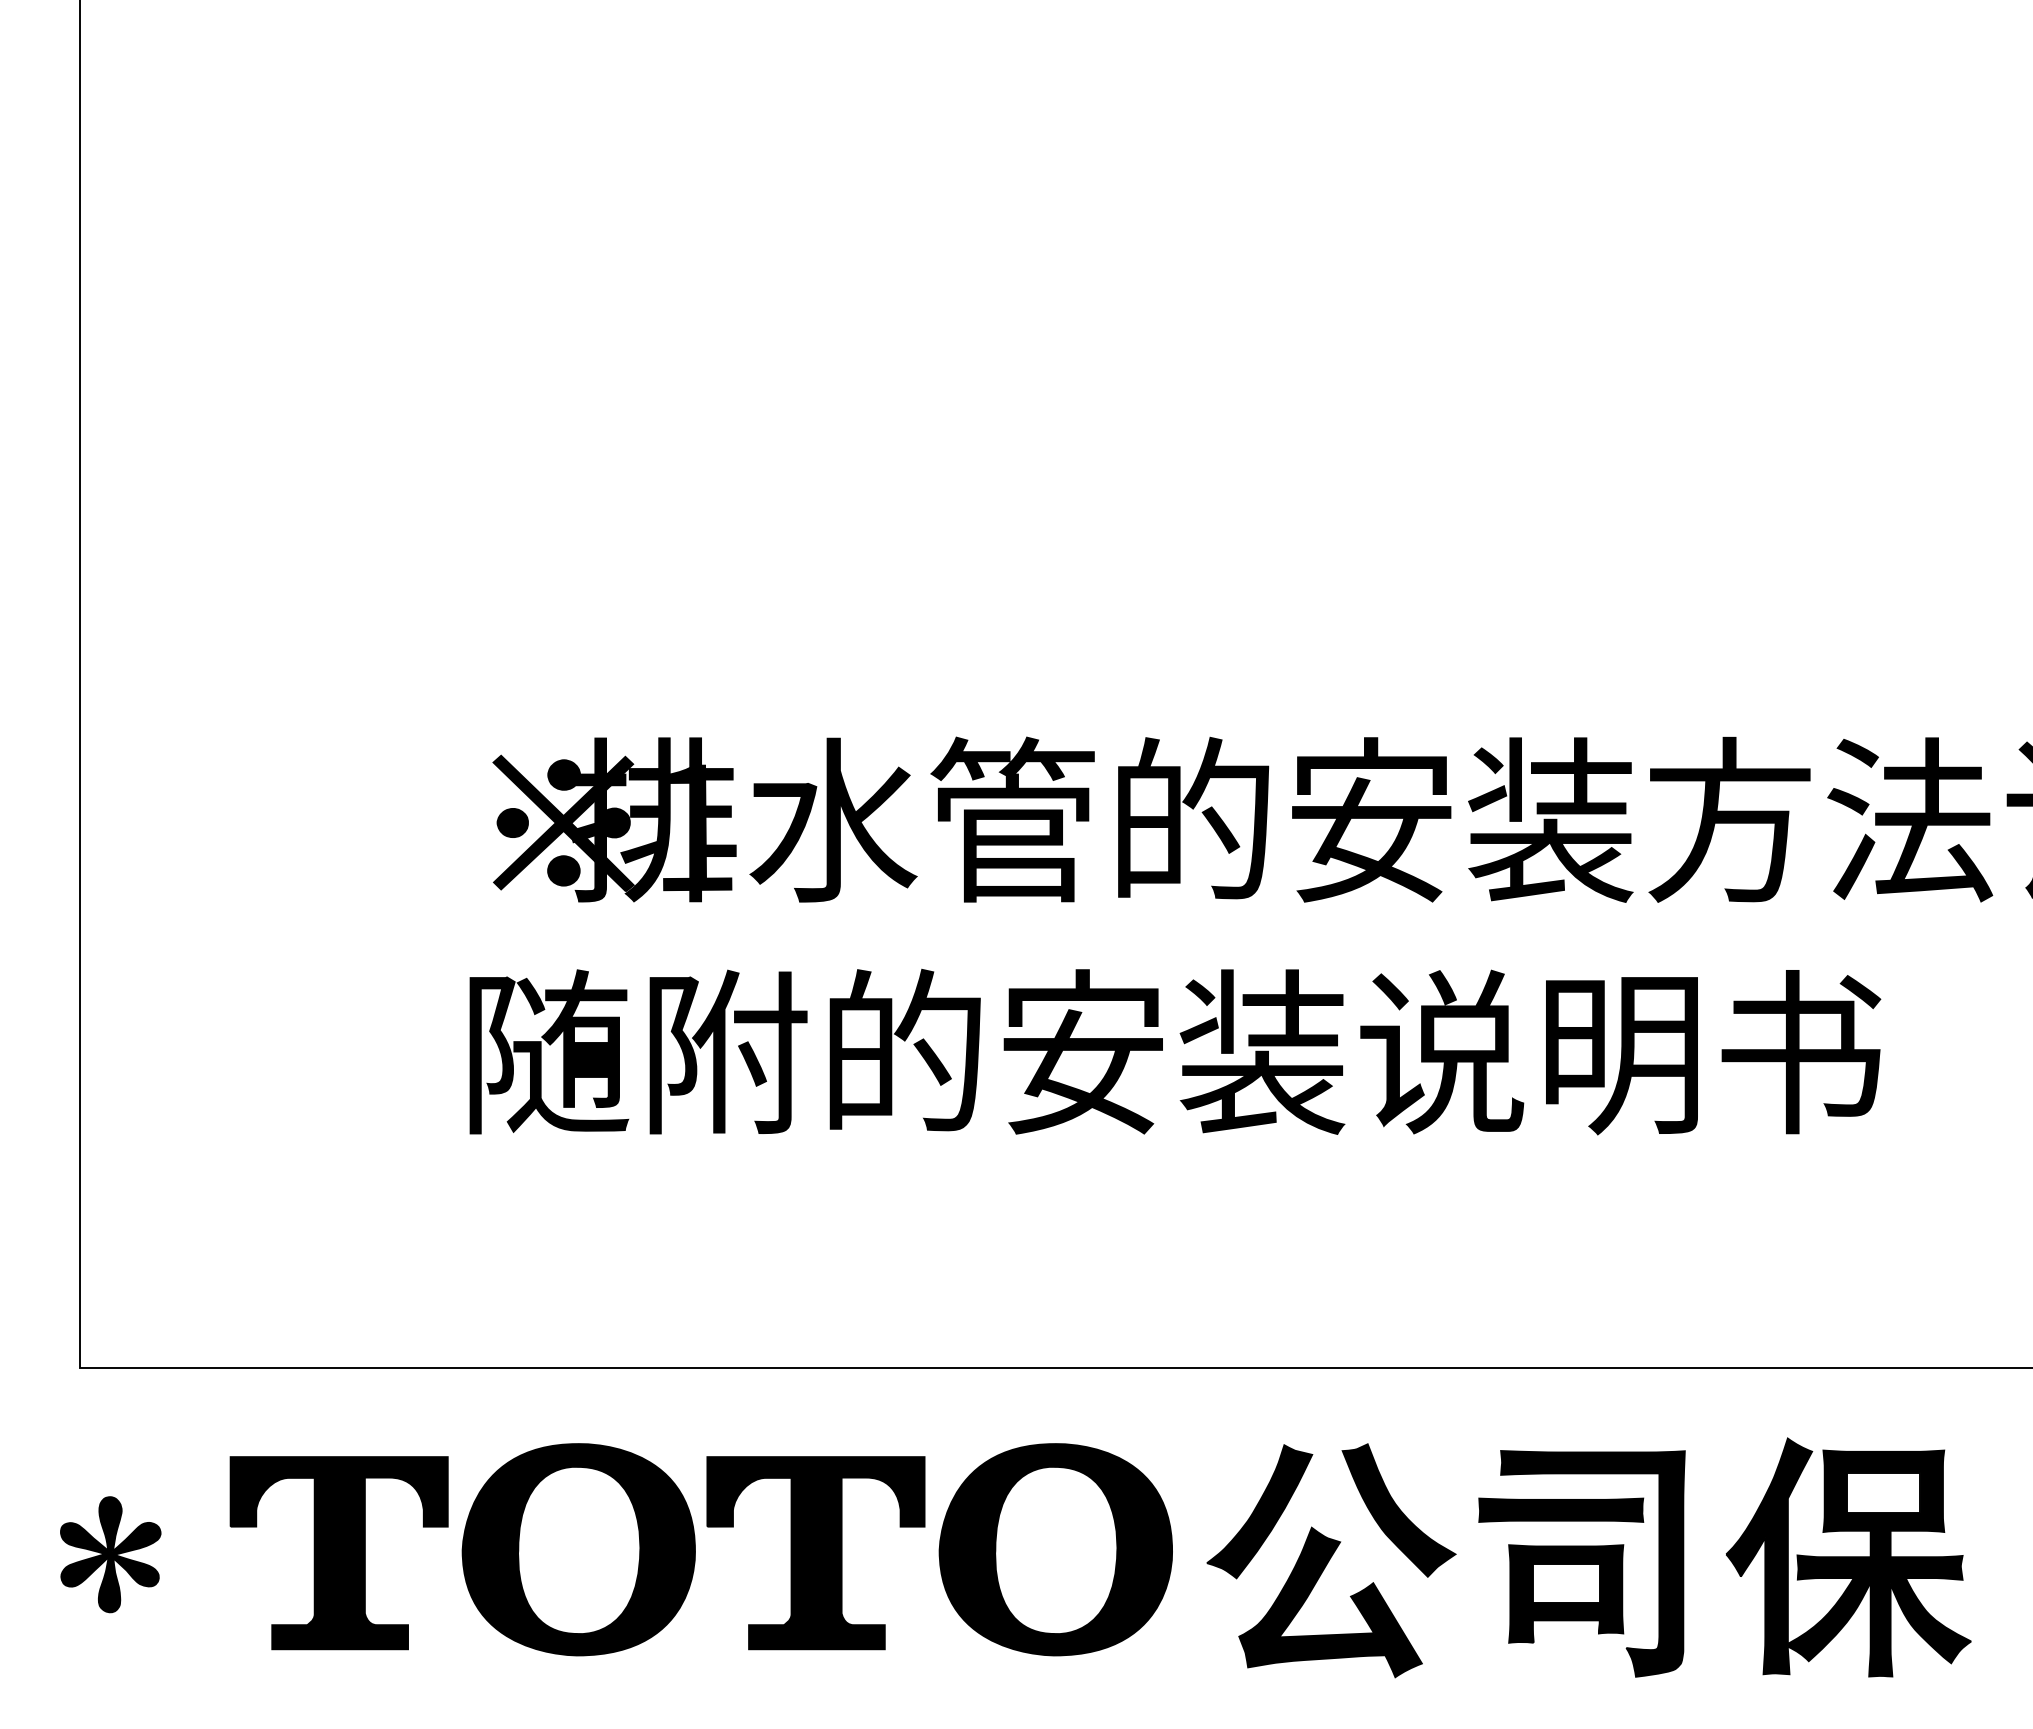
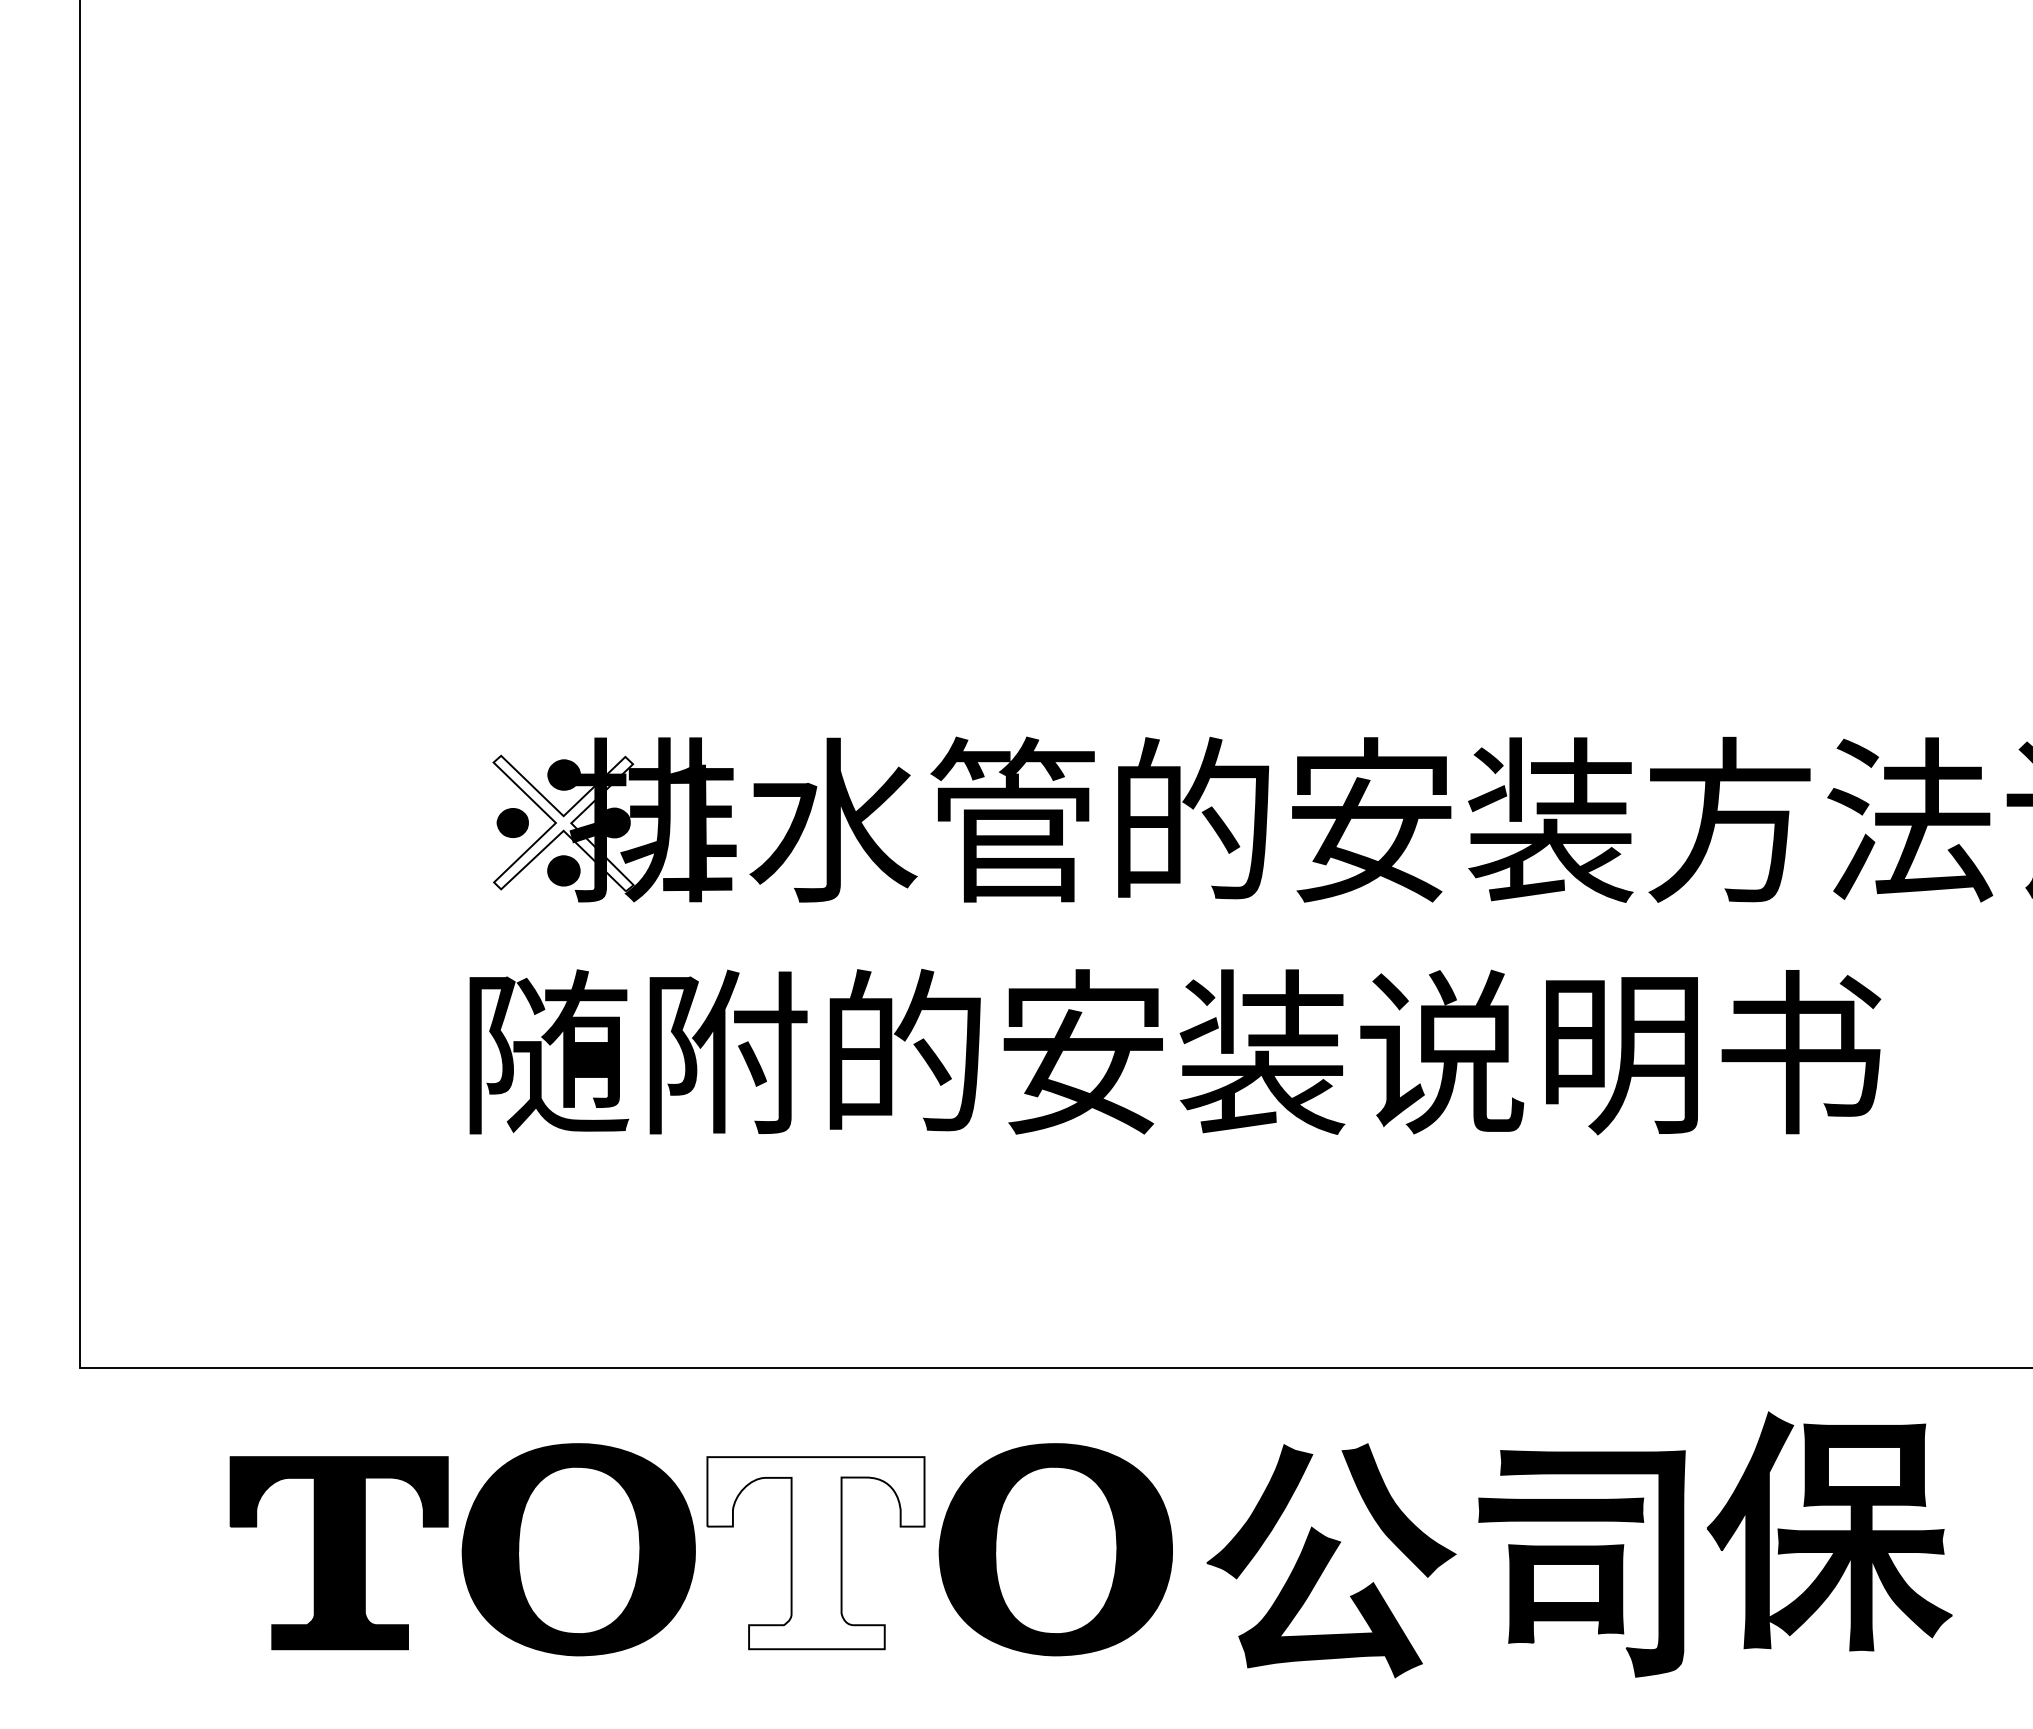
fill at (563, 823): present -> none
fill at (815, 1553): present -> none
part at (110, 1554): present -> none
part at (1848, 1557) position: (1848, 1557) -> (1829, 1531)
